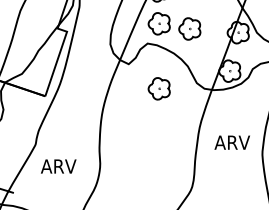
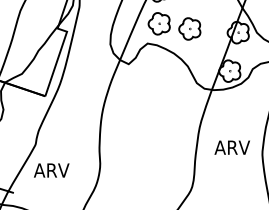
part at (158, 88): present -> none
text at (231, 142) position: (231, 142) -> (231, 147)
text at (58, 166) position: (58, 166) -> (51, 170)
